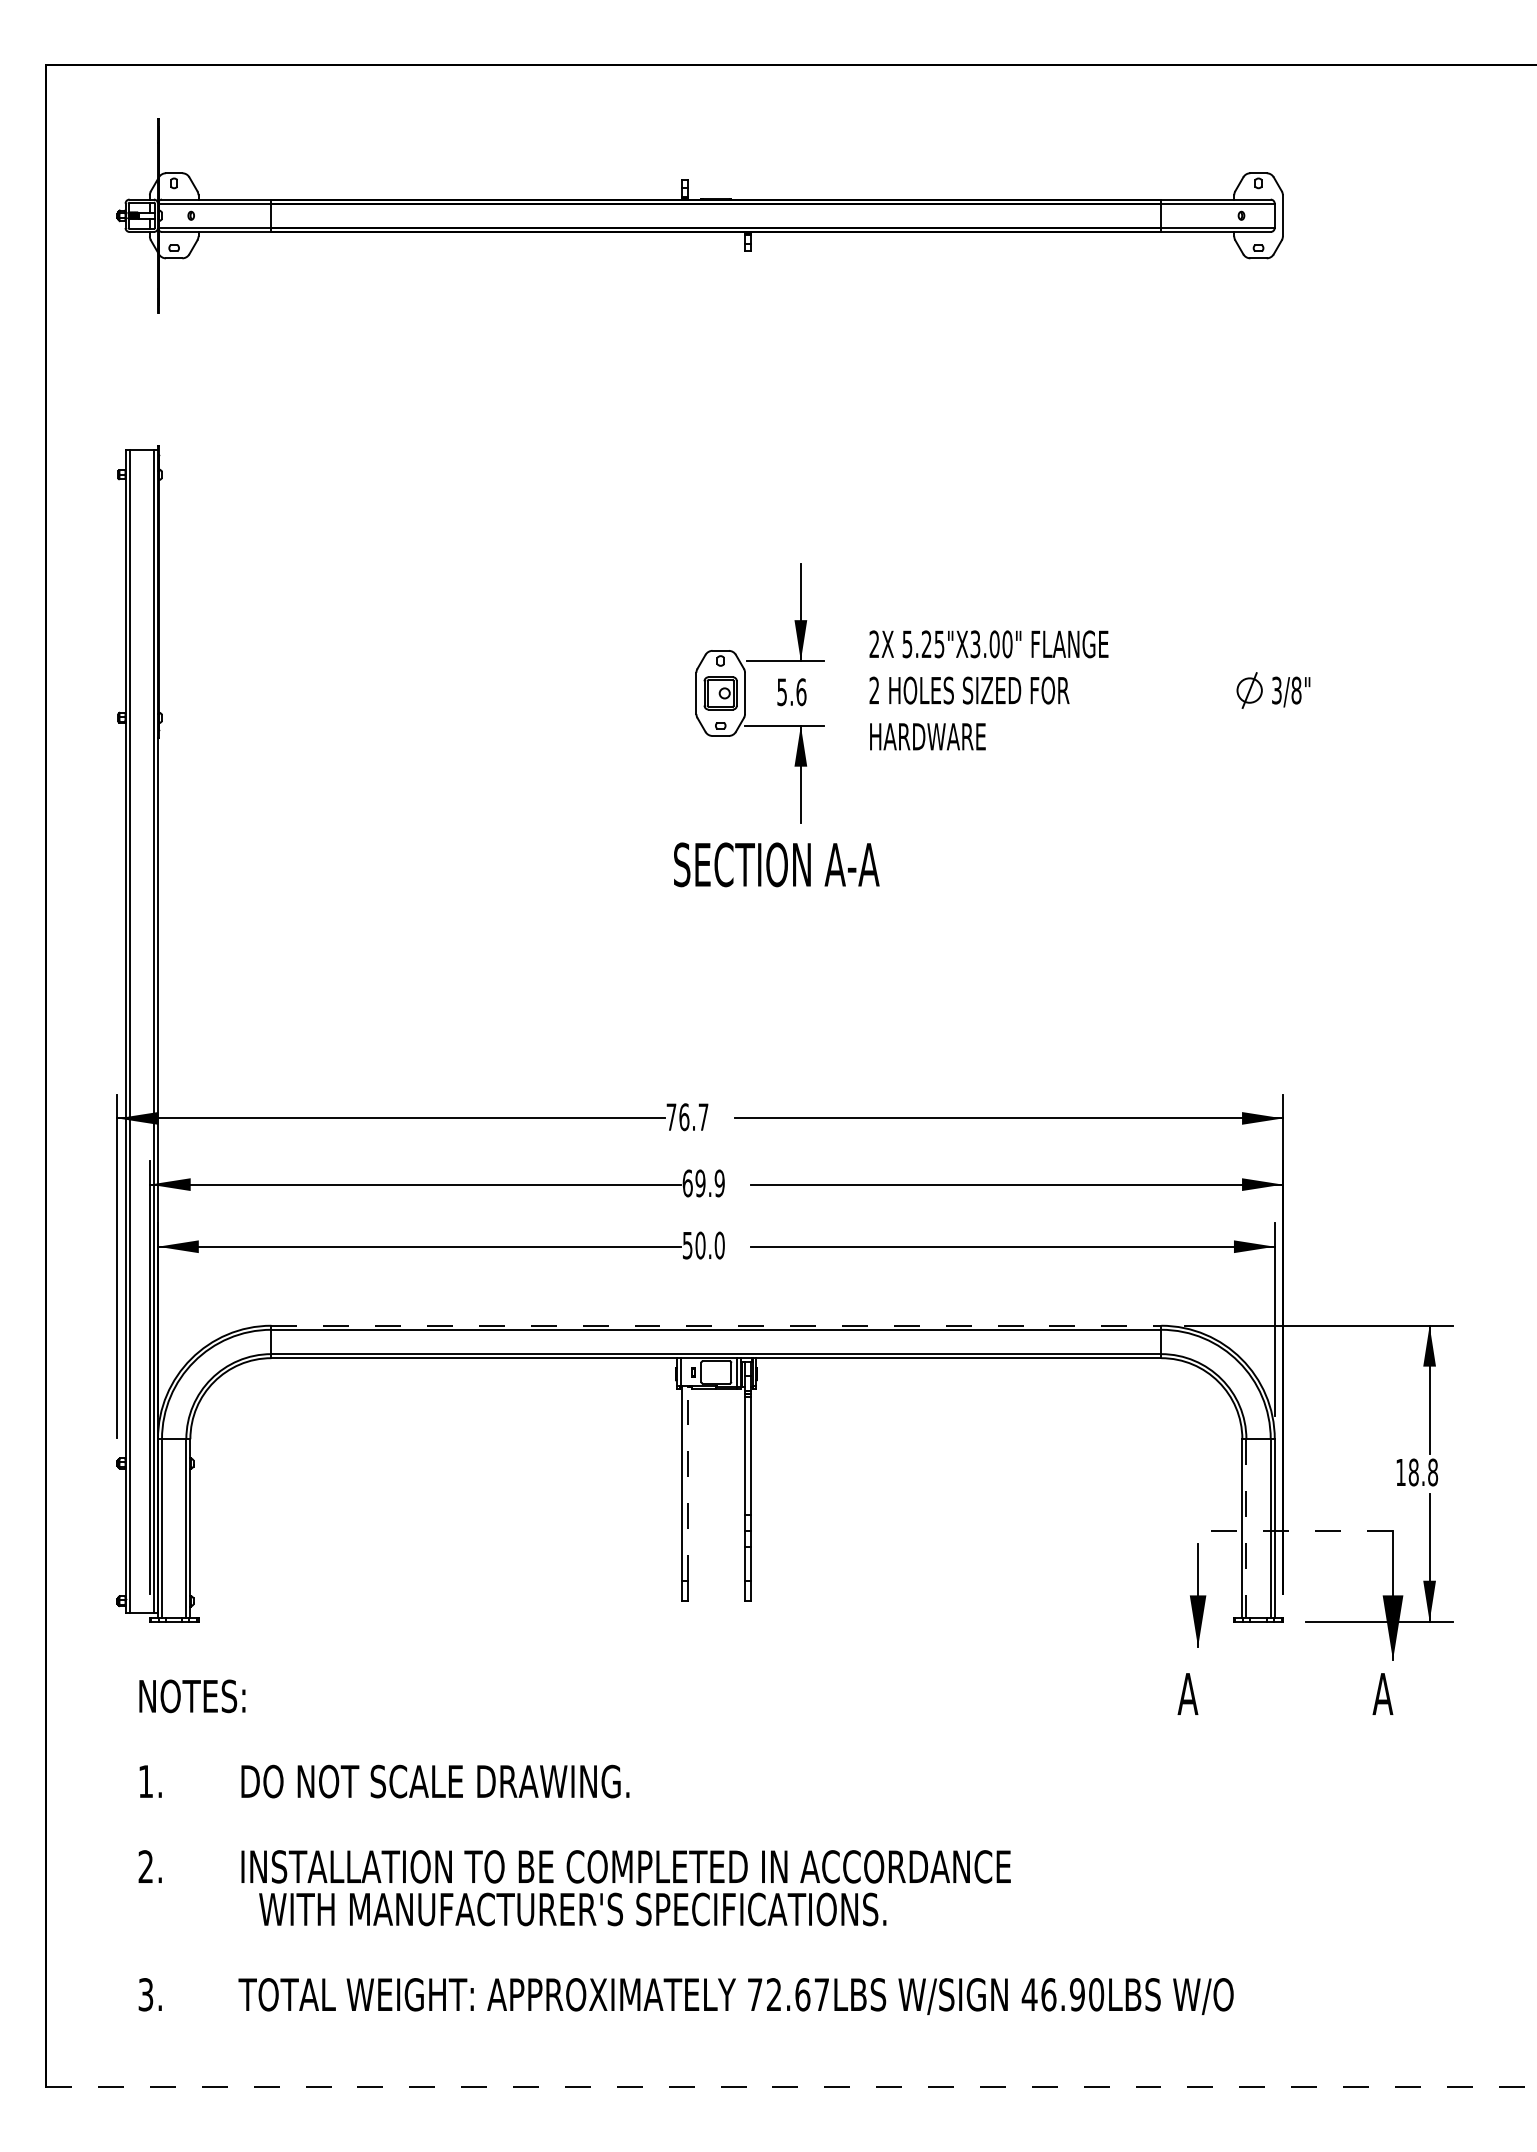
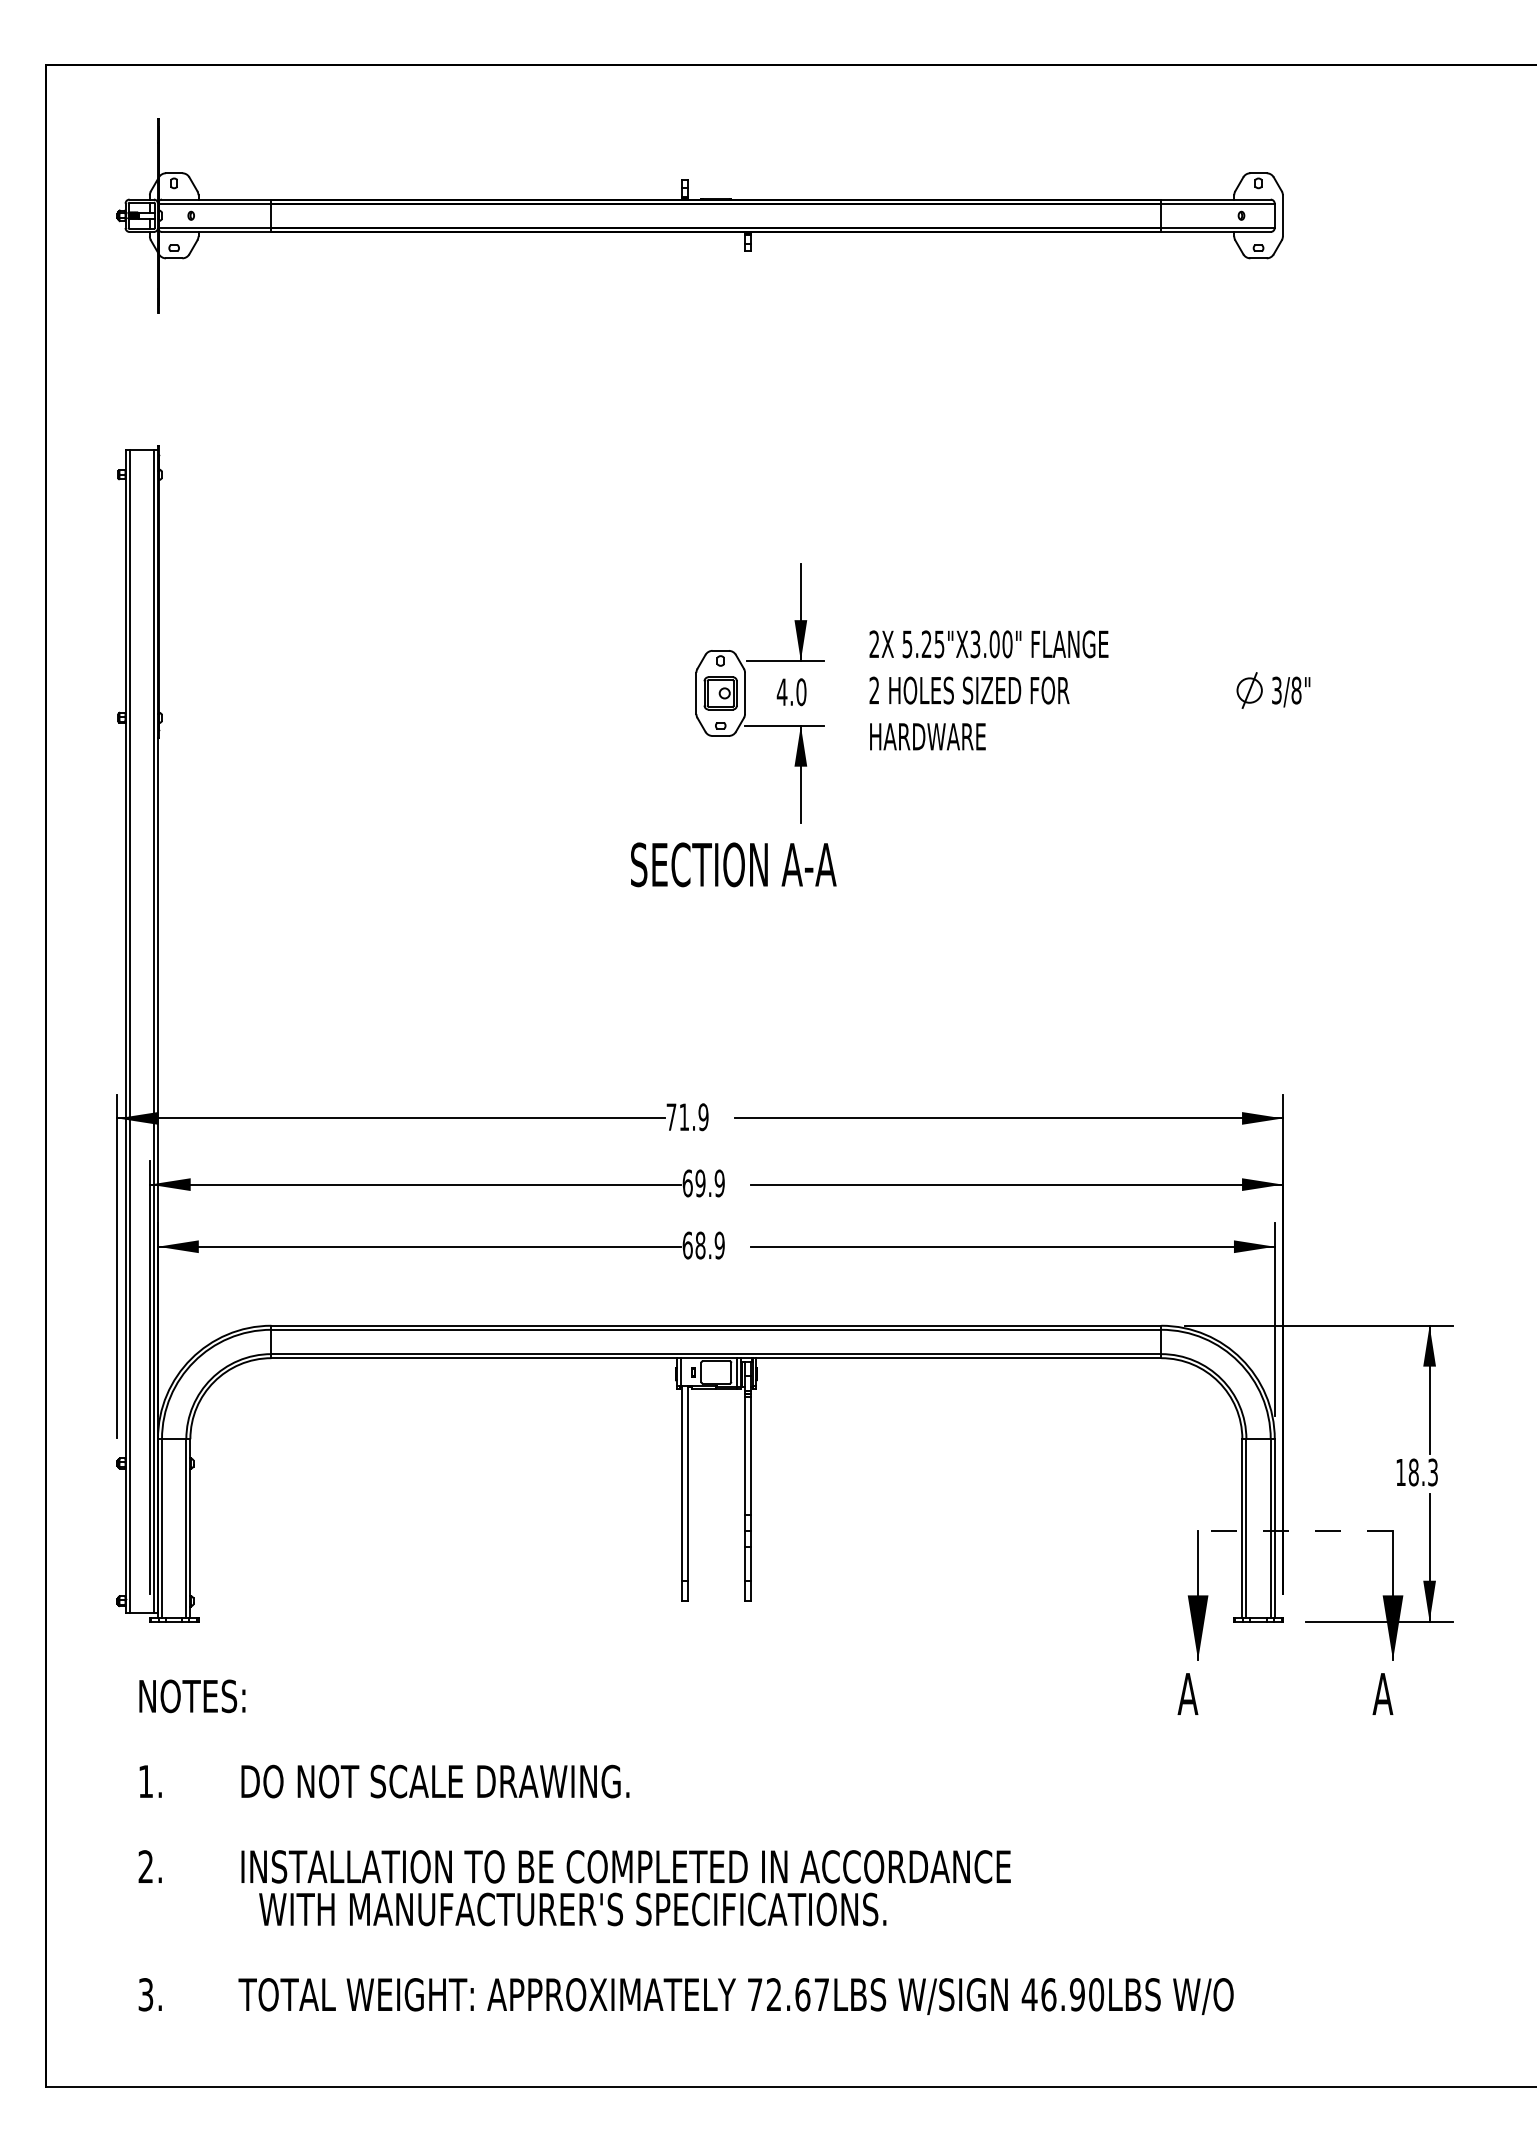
text at (791, 692): 5.6 -> 4.0
text at (776, 864) position: (776, 864) -> (733, 864)
text at (693, 1117): 76.7 -> 71.9
text at (703, 1245): 50.0 -> 68.9
line at (716, 1325): dashed -> solid
text at (1433, 1472): 18.8 -> 18.3
line at (688, 1483): dashed -> solid
line at (1246, 1528): dashed -> solid
part at (1198, 1595) size: 17x105 px -> 22x131 px
line at (791, 2087): dashed -> solid
